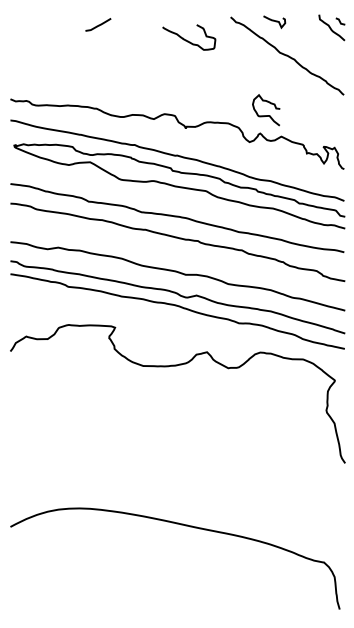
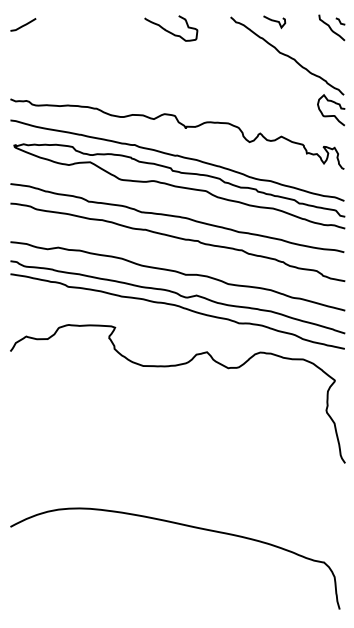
curve at (98, 24) position: (98, 24) -> (23, 24)
curve at (188, 40) position: (188, 40) -> (170, 31)
curve at (266, 115) position: (266, 115) -> (331, 115)
